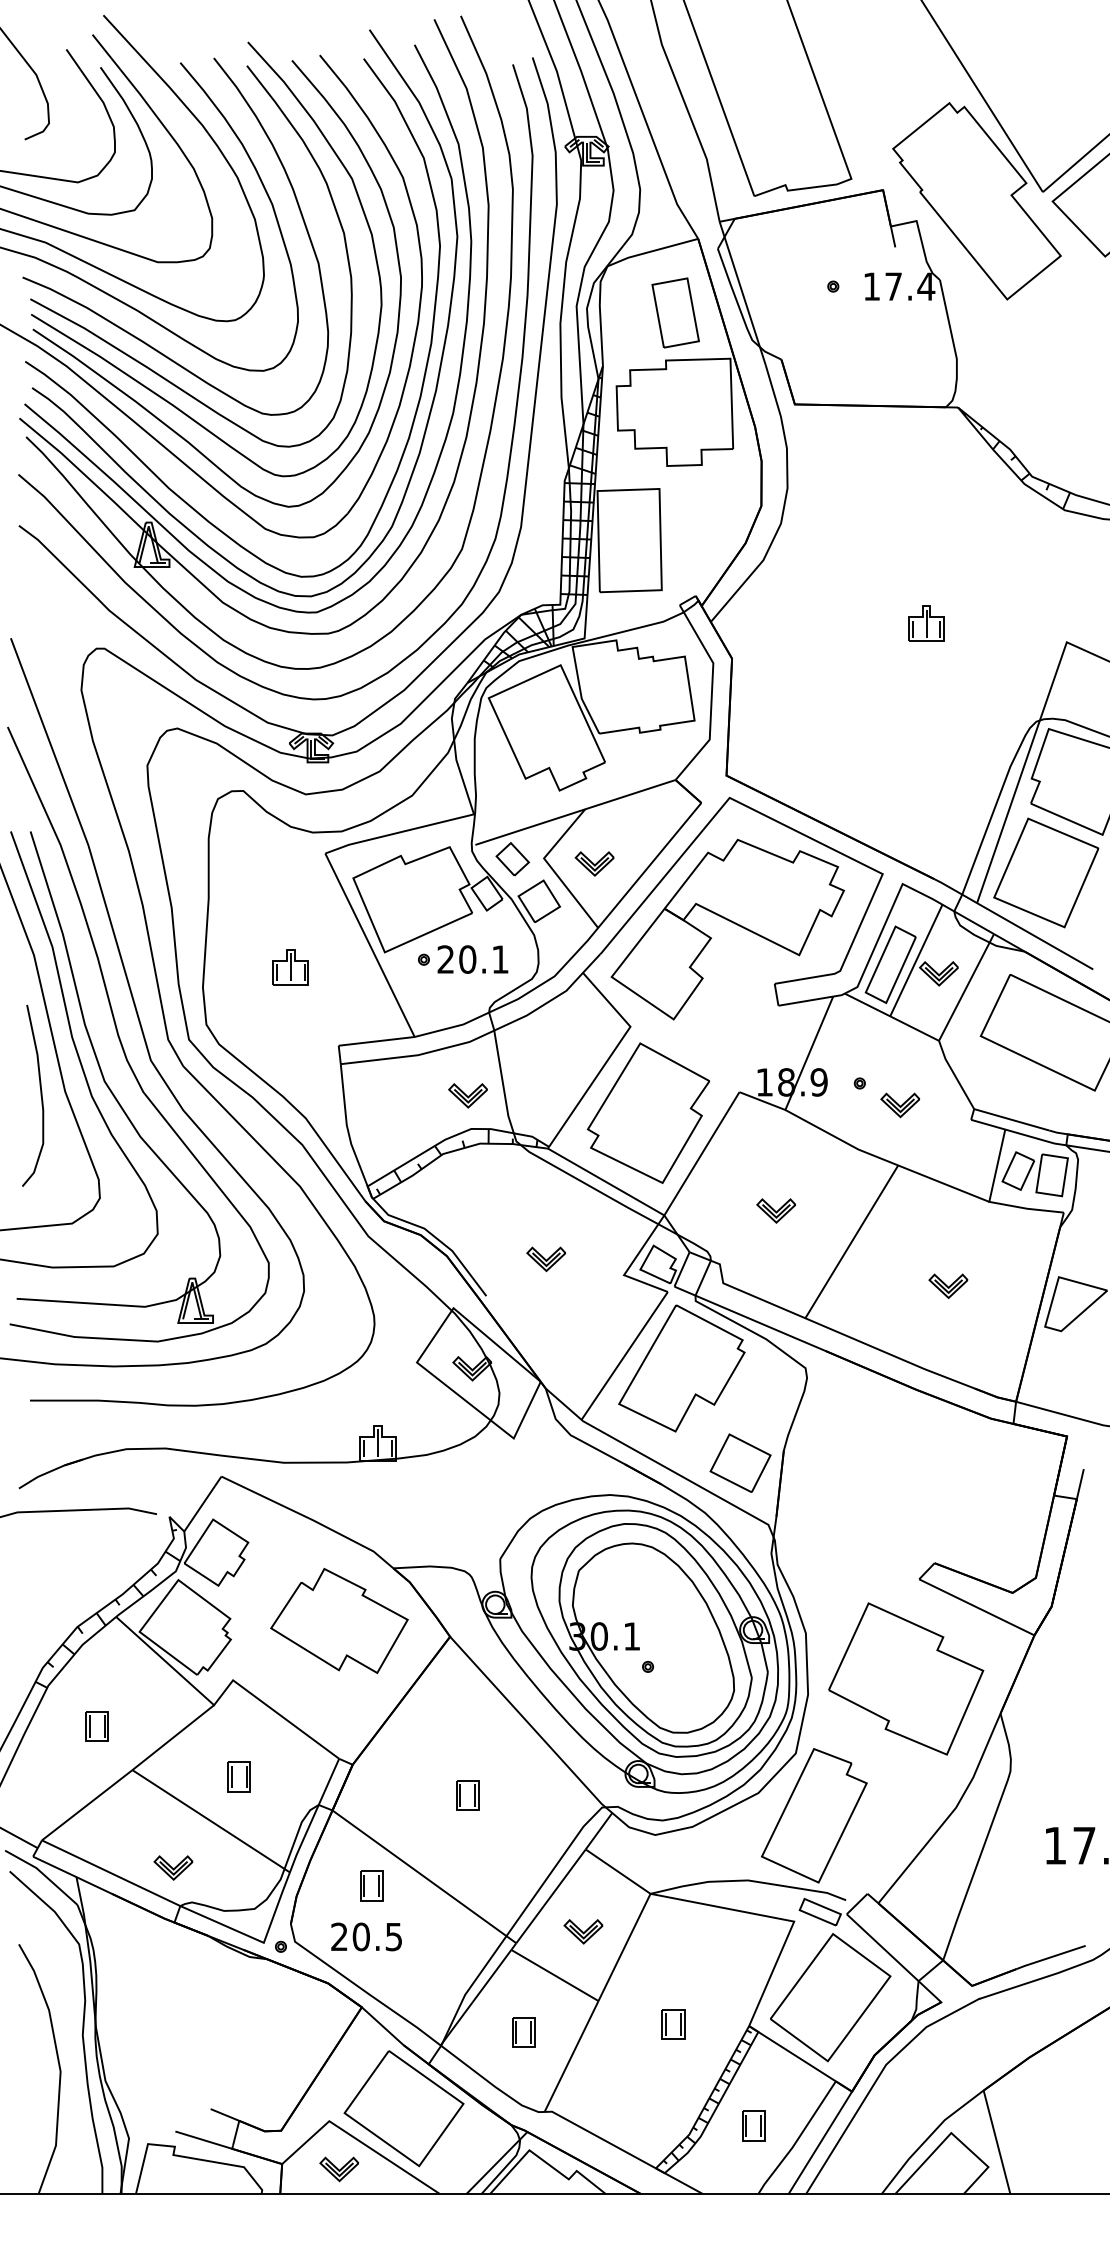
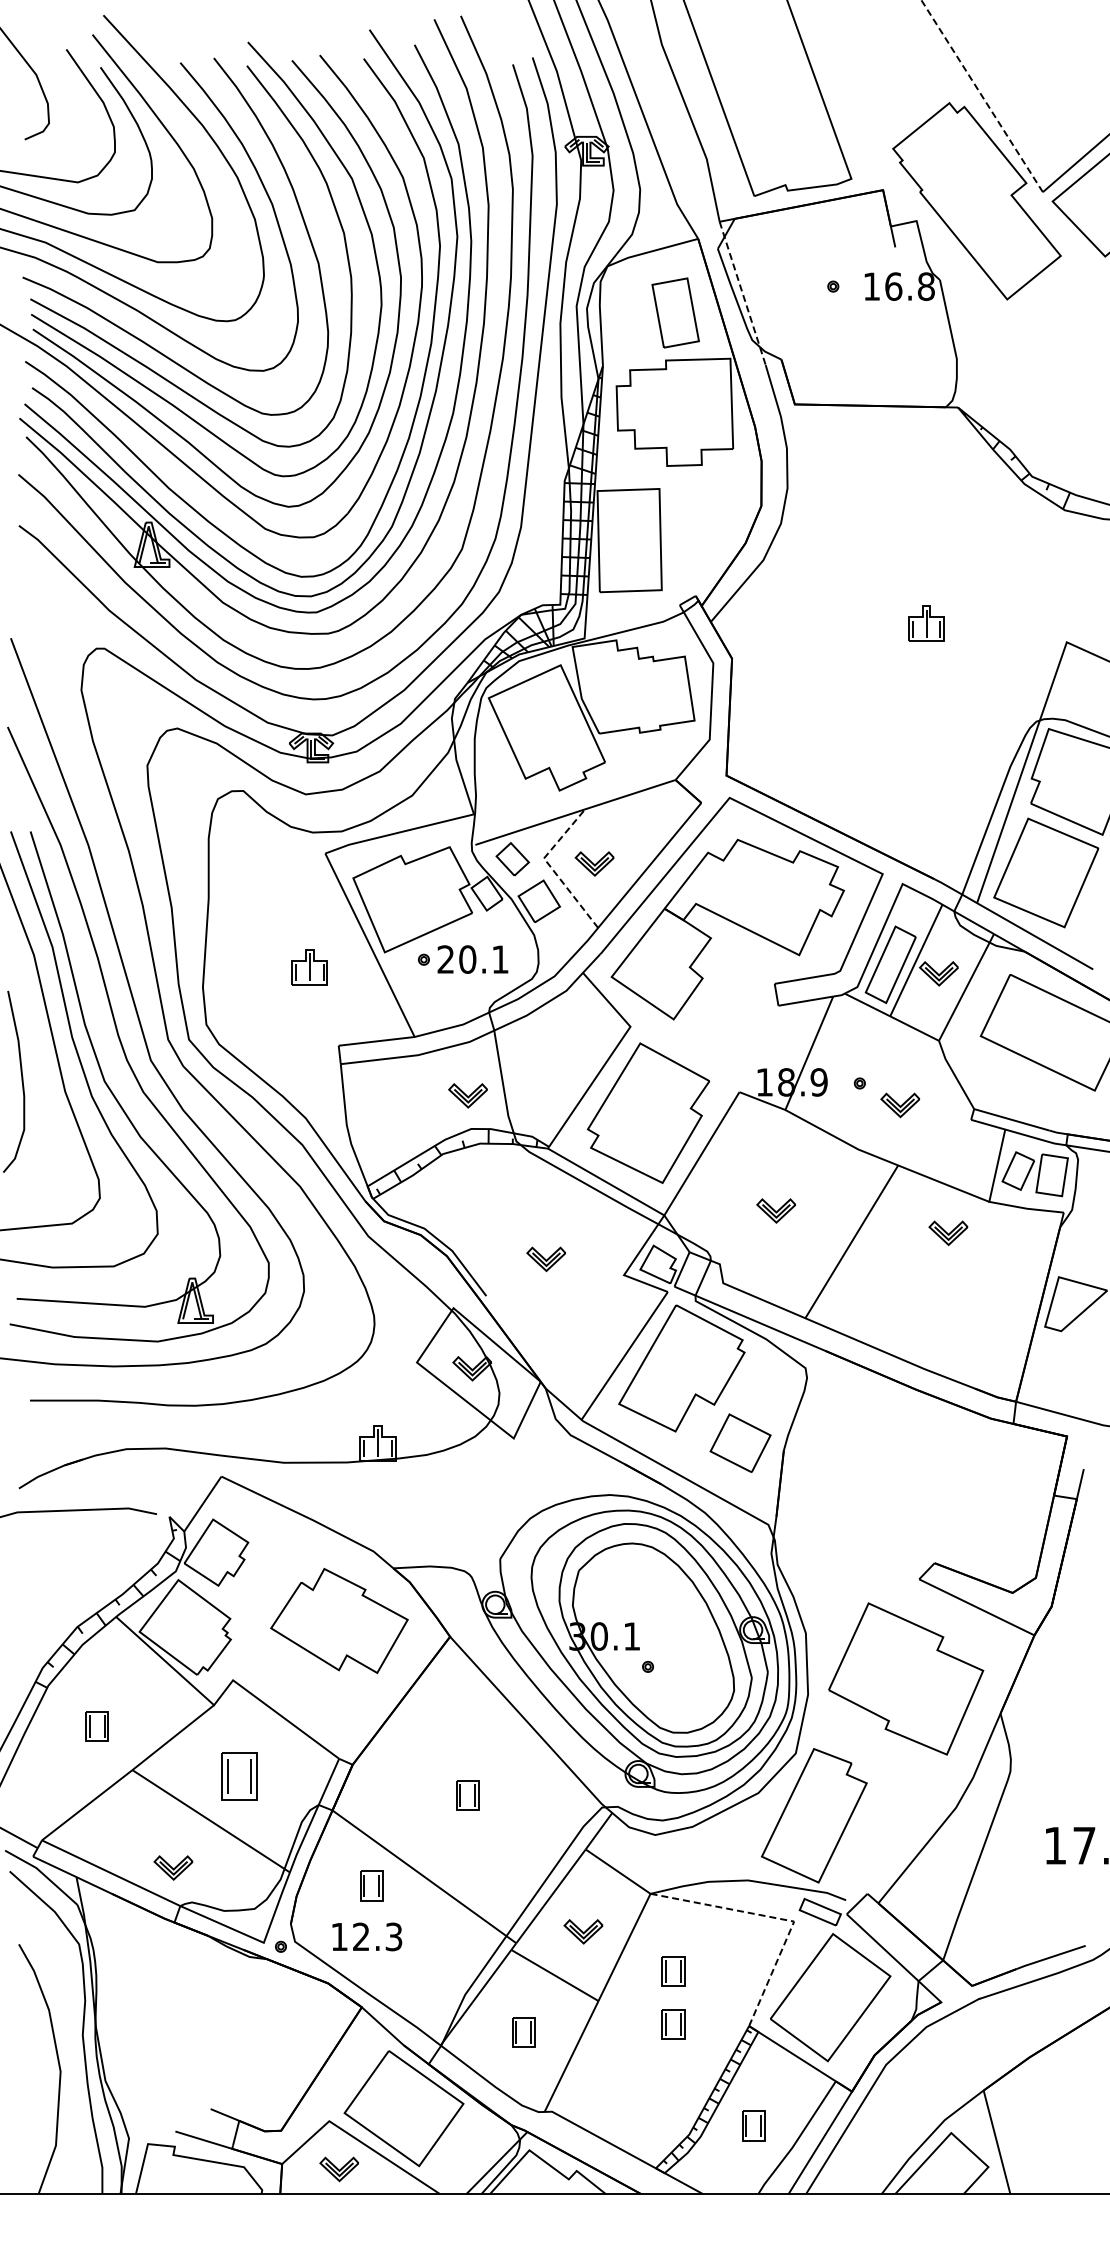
line at (981, 95): solid -> dashed
text at (910, 286): 17.4 -> 16.8
line at (742, 293): solid -> dashed
line at (550, 867): solid -> dashed
part at (290, 967) position: (290, 967) -> (309, 967)
curve at (40, 1095) position: (40, 1095) -> (21, 1081)
part at (948, 1285) position: (948, 1285) -> (948, 1232)
part at (740, 1462) position: (740, 1462) -> (740, 1442)
part at (238, 1776) size: 24x32 px -> 37x49 px
line at (778, 1918): solid -> dashed
text at (366, 1936): 20.5 -> 12.3
part at (673, 1971): none -> present
